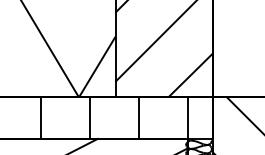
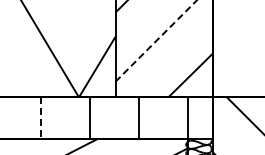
line at (156, 40): solid -> dashed
line at (41, 117): solid -> dashed
